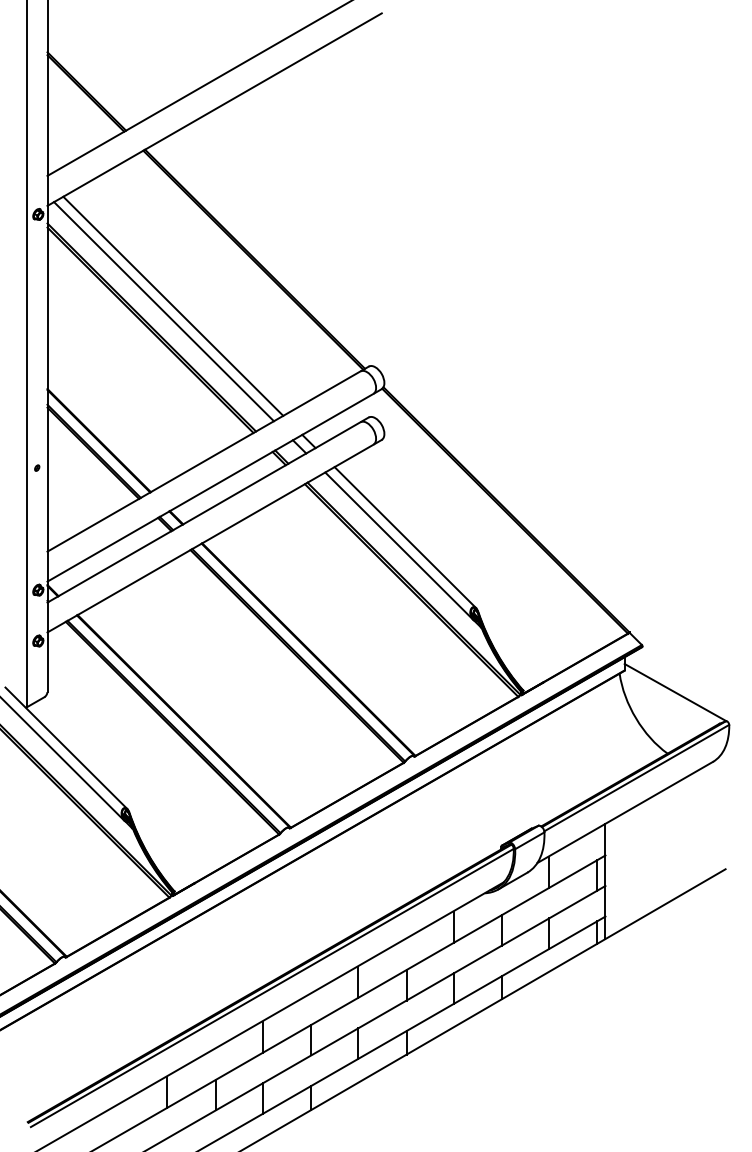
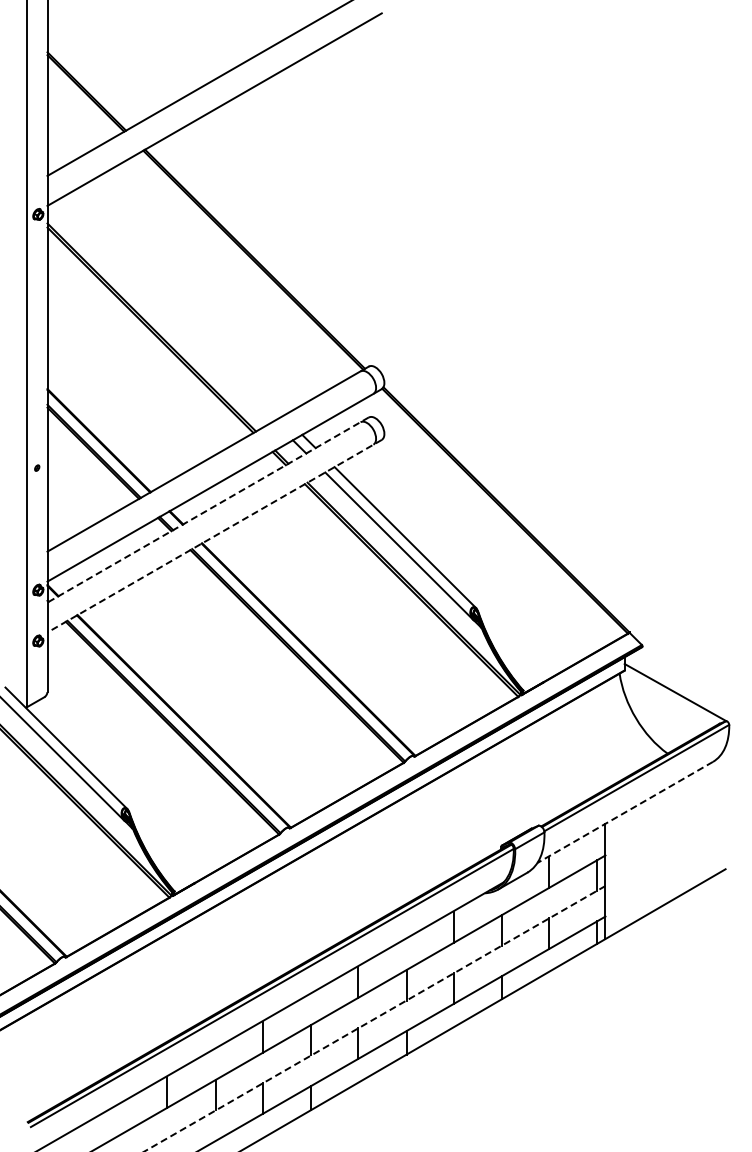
line at (173, 305): present -> none
line at (163, 311): present -> none
line at (207, 510): solid -> dashed
line at (214, 536): solid -> dashed
line at (624, 812): solid -> dashed
line at (374, 1019): solid -> dashed
